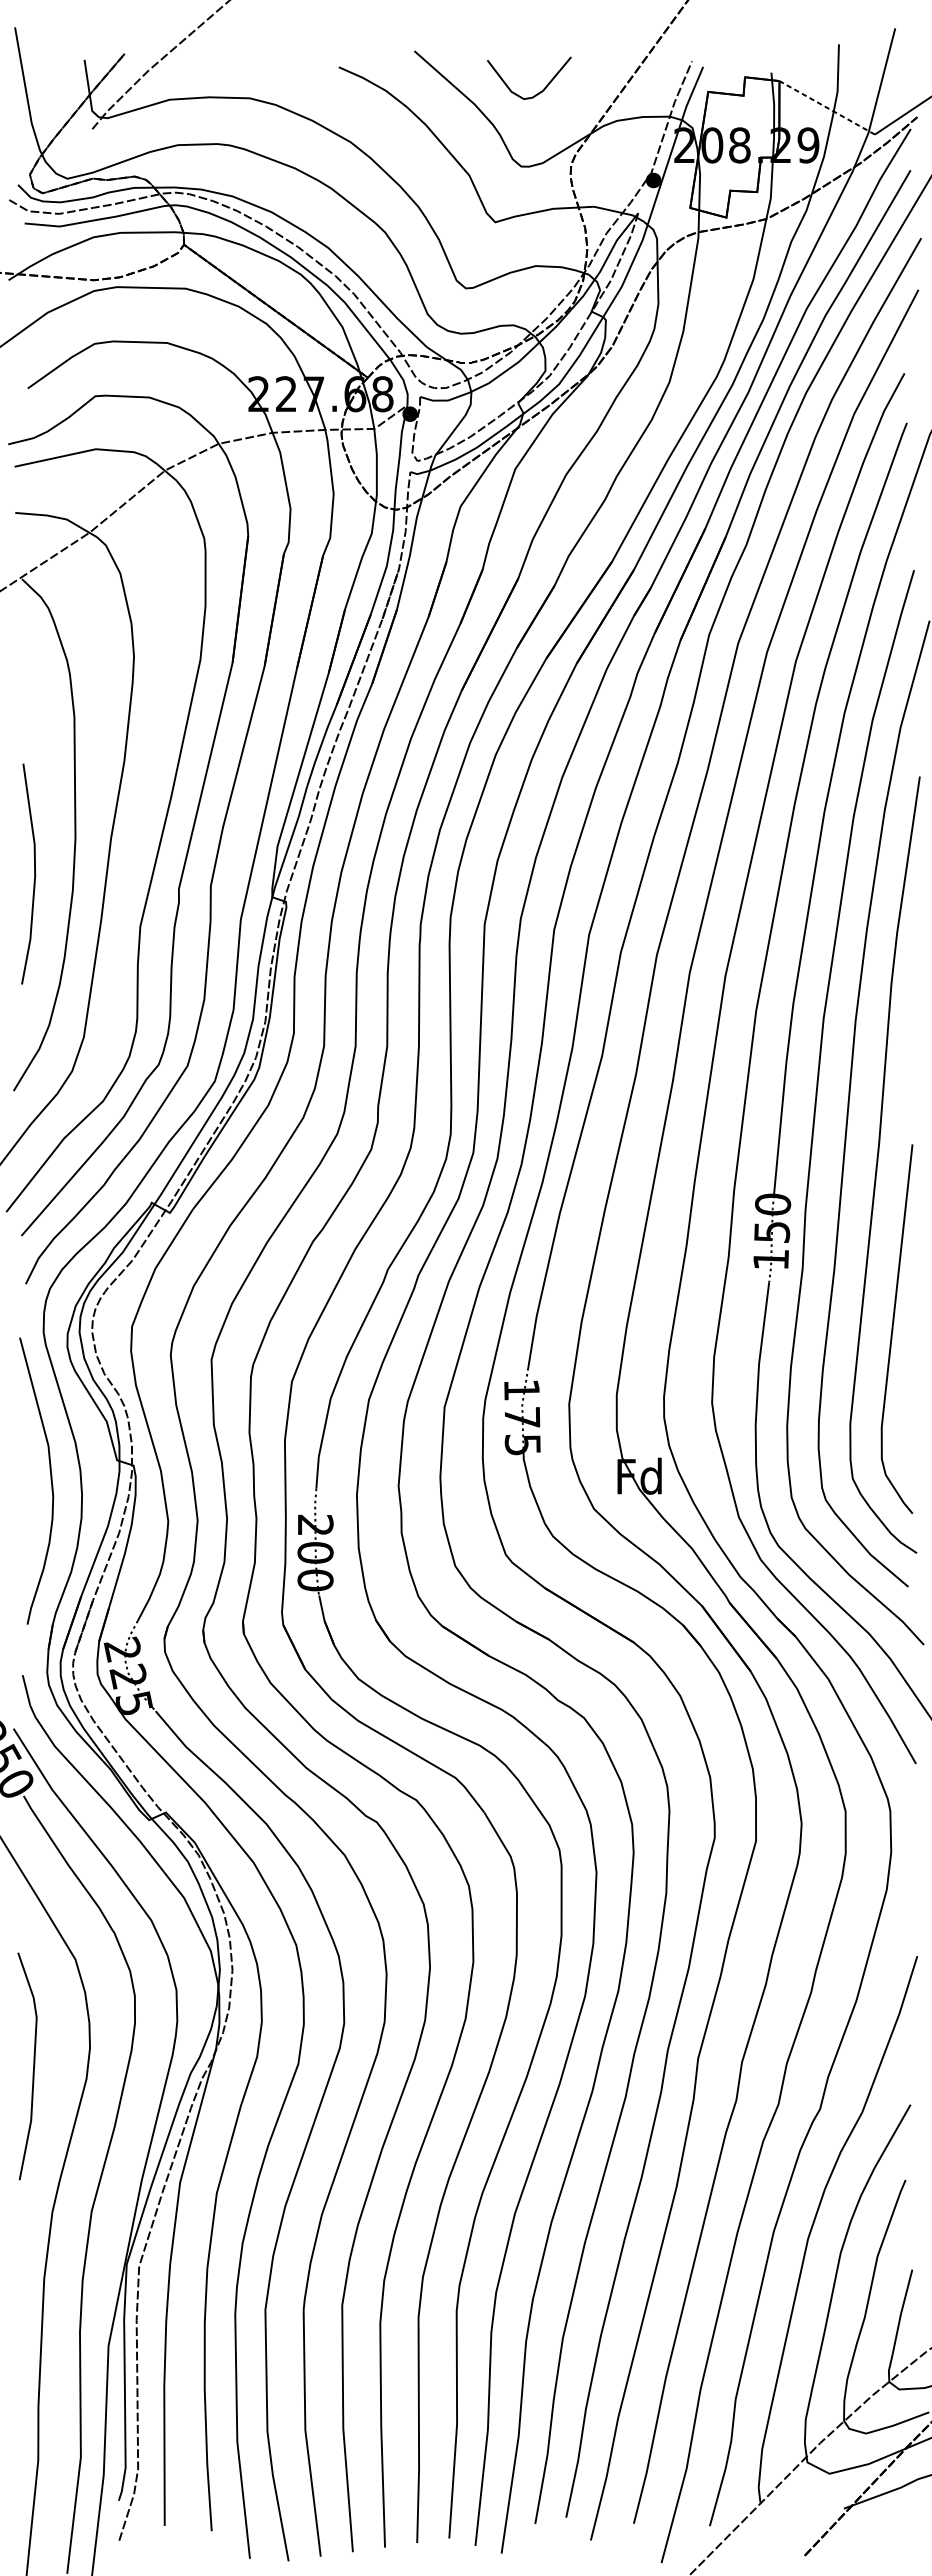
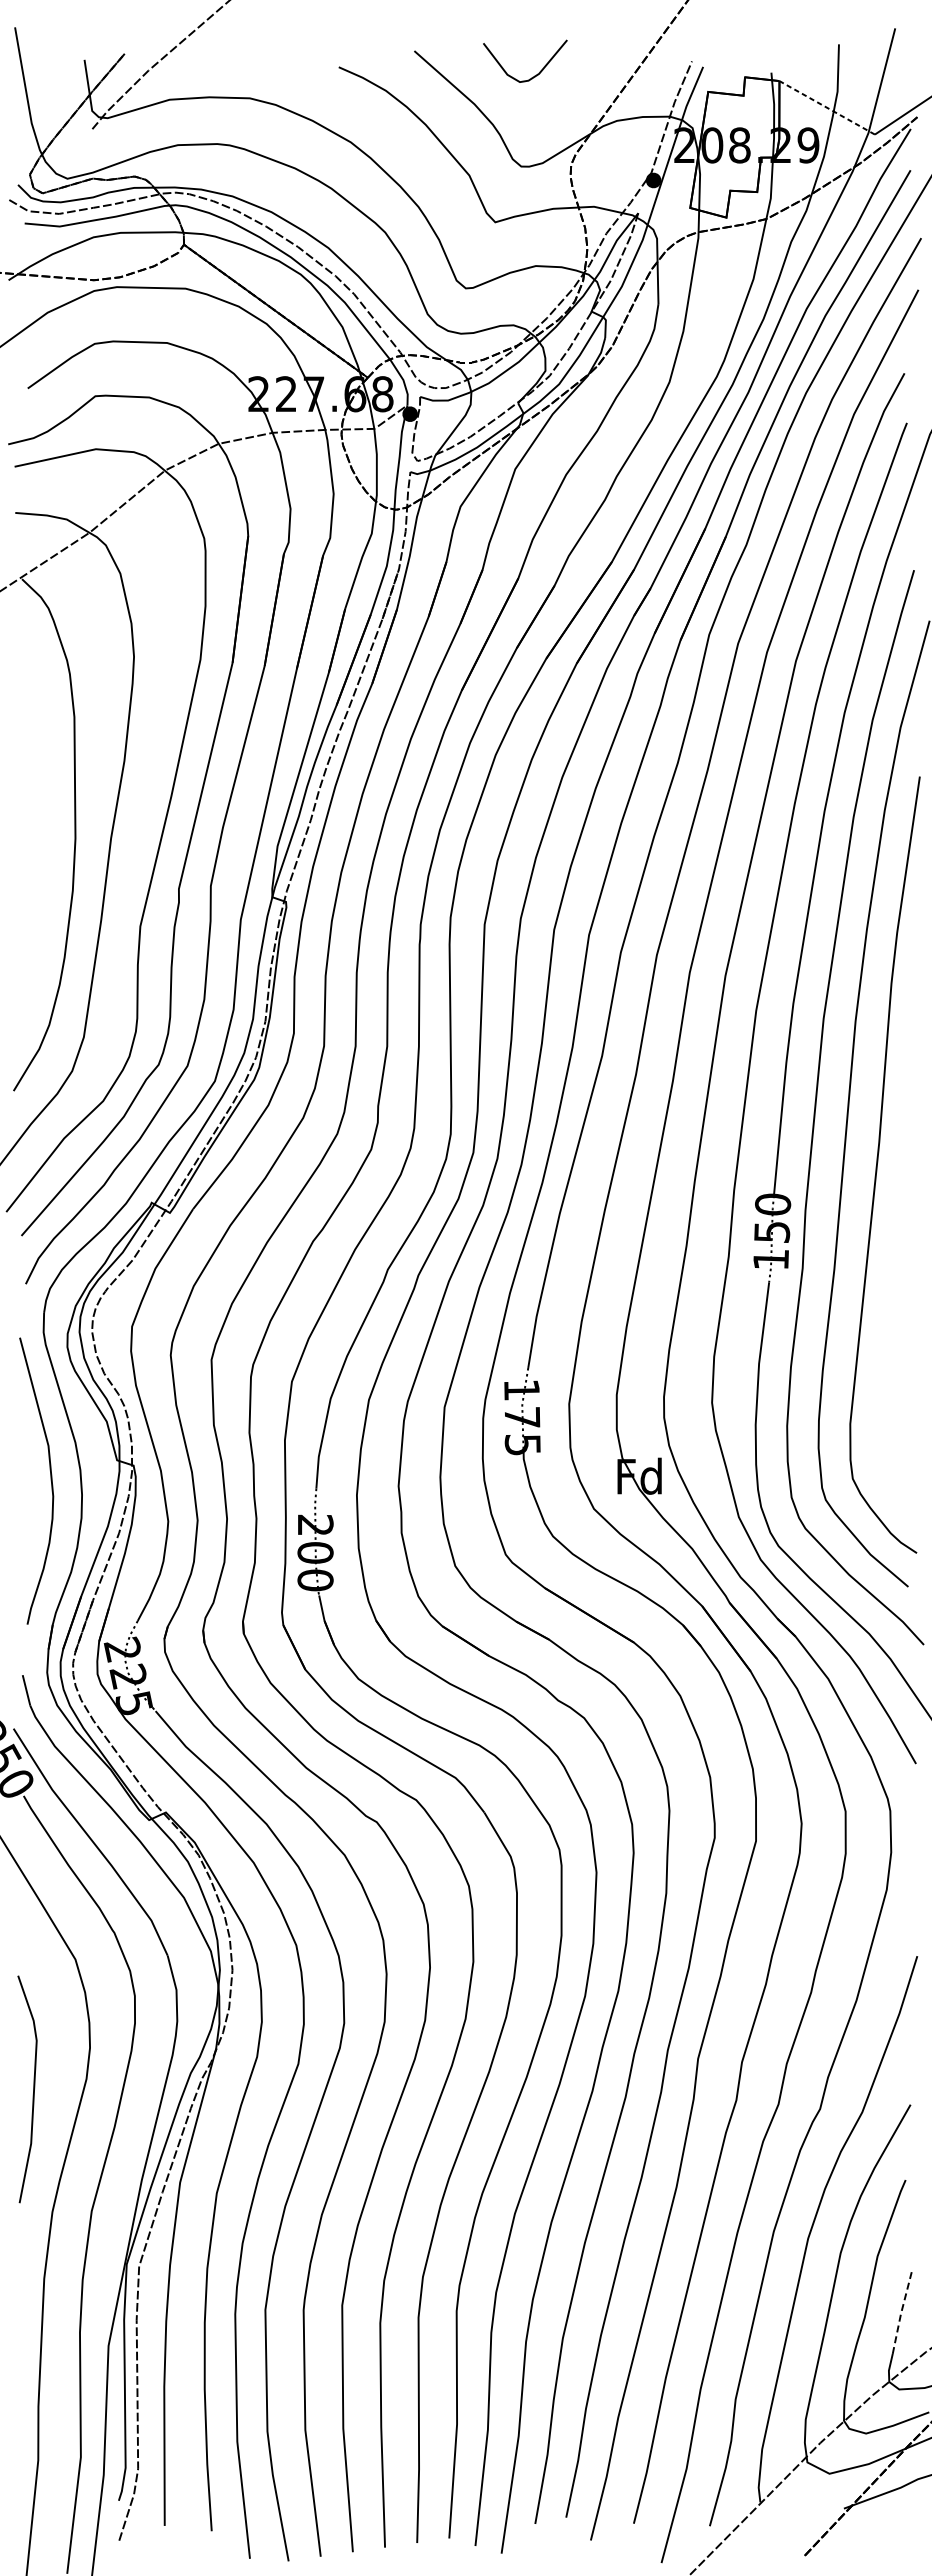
curve at (538, 92) position: (538, 92) -> (534, 75)
line at (34, 873): present -> none
curve at (893, 1328): present -> none
line at (33, 2066) position: (33, 2066) -> (33, 2089)
line at (901, 2311): solid -> dashed
